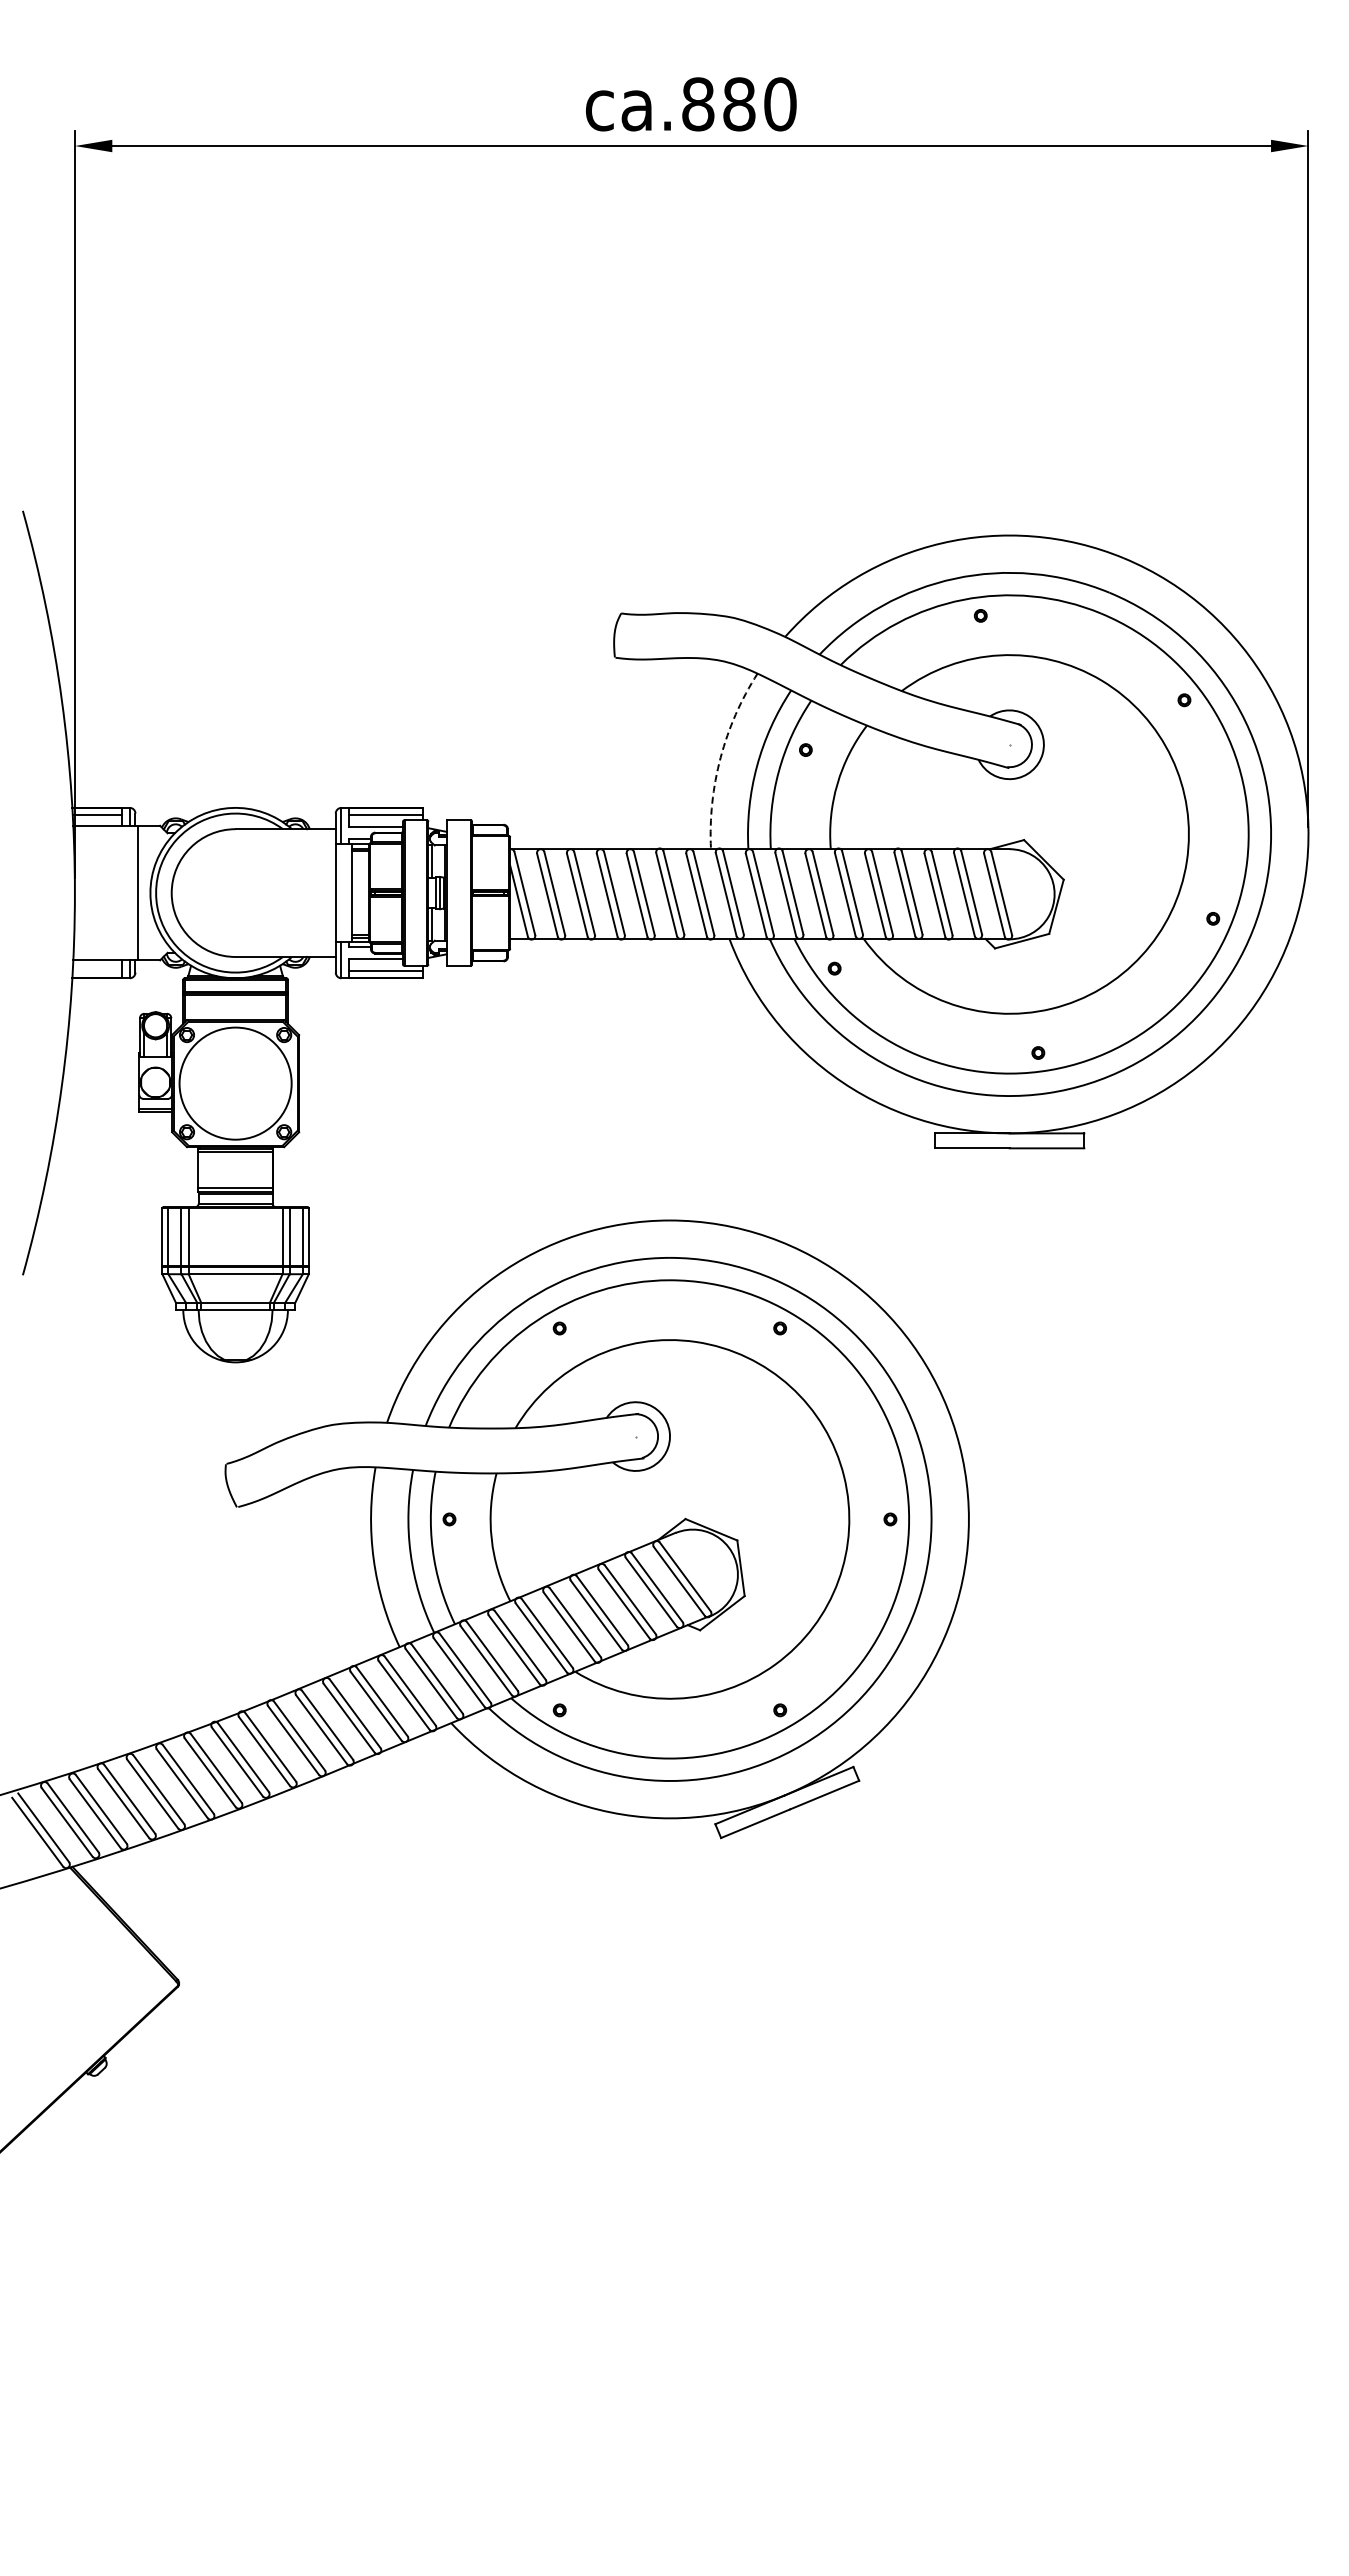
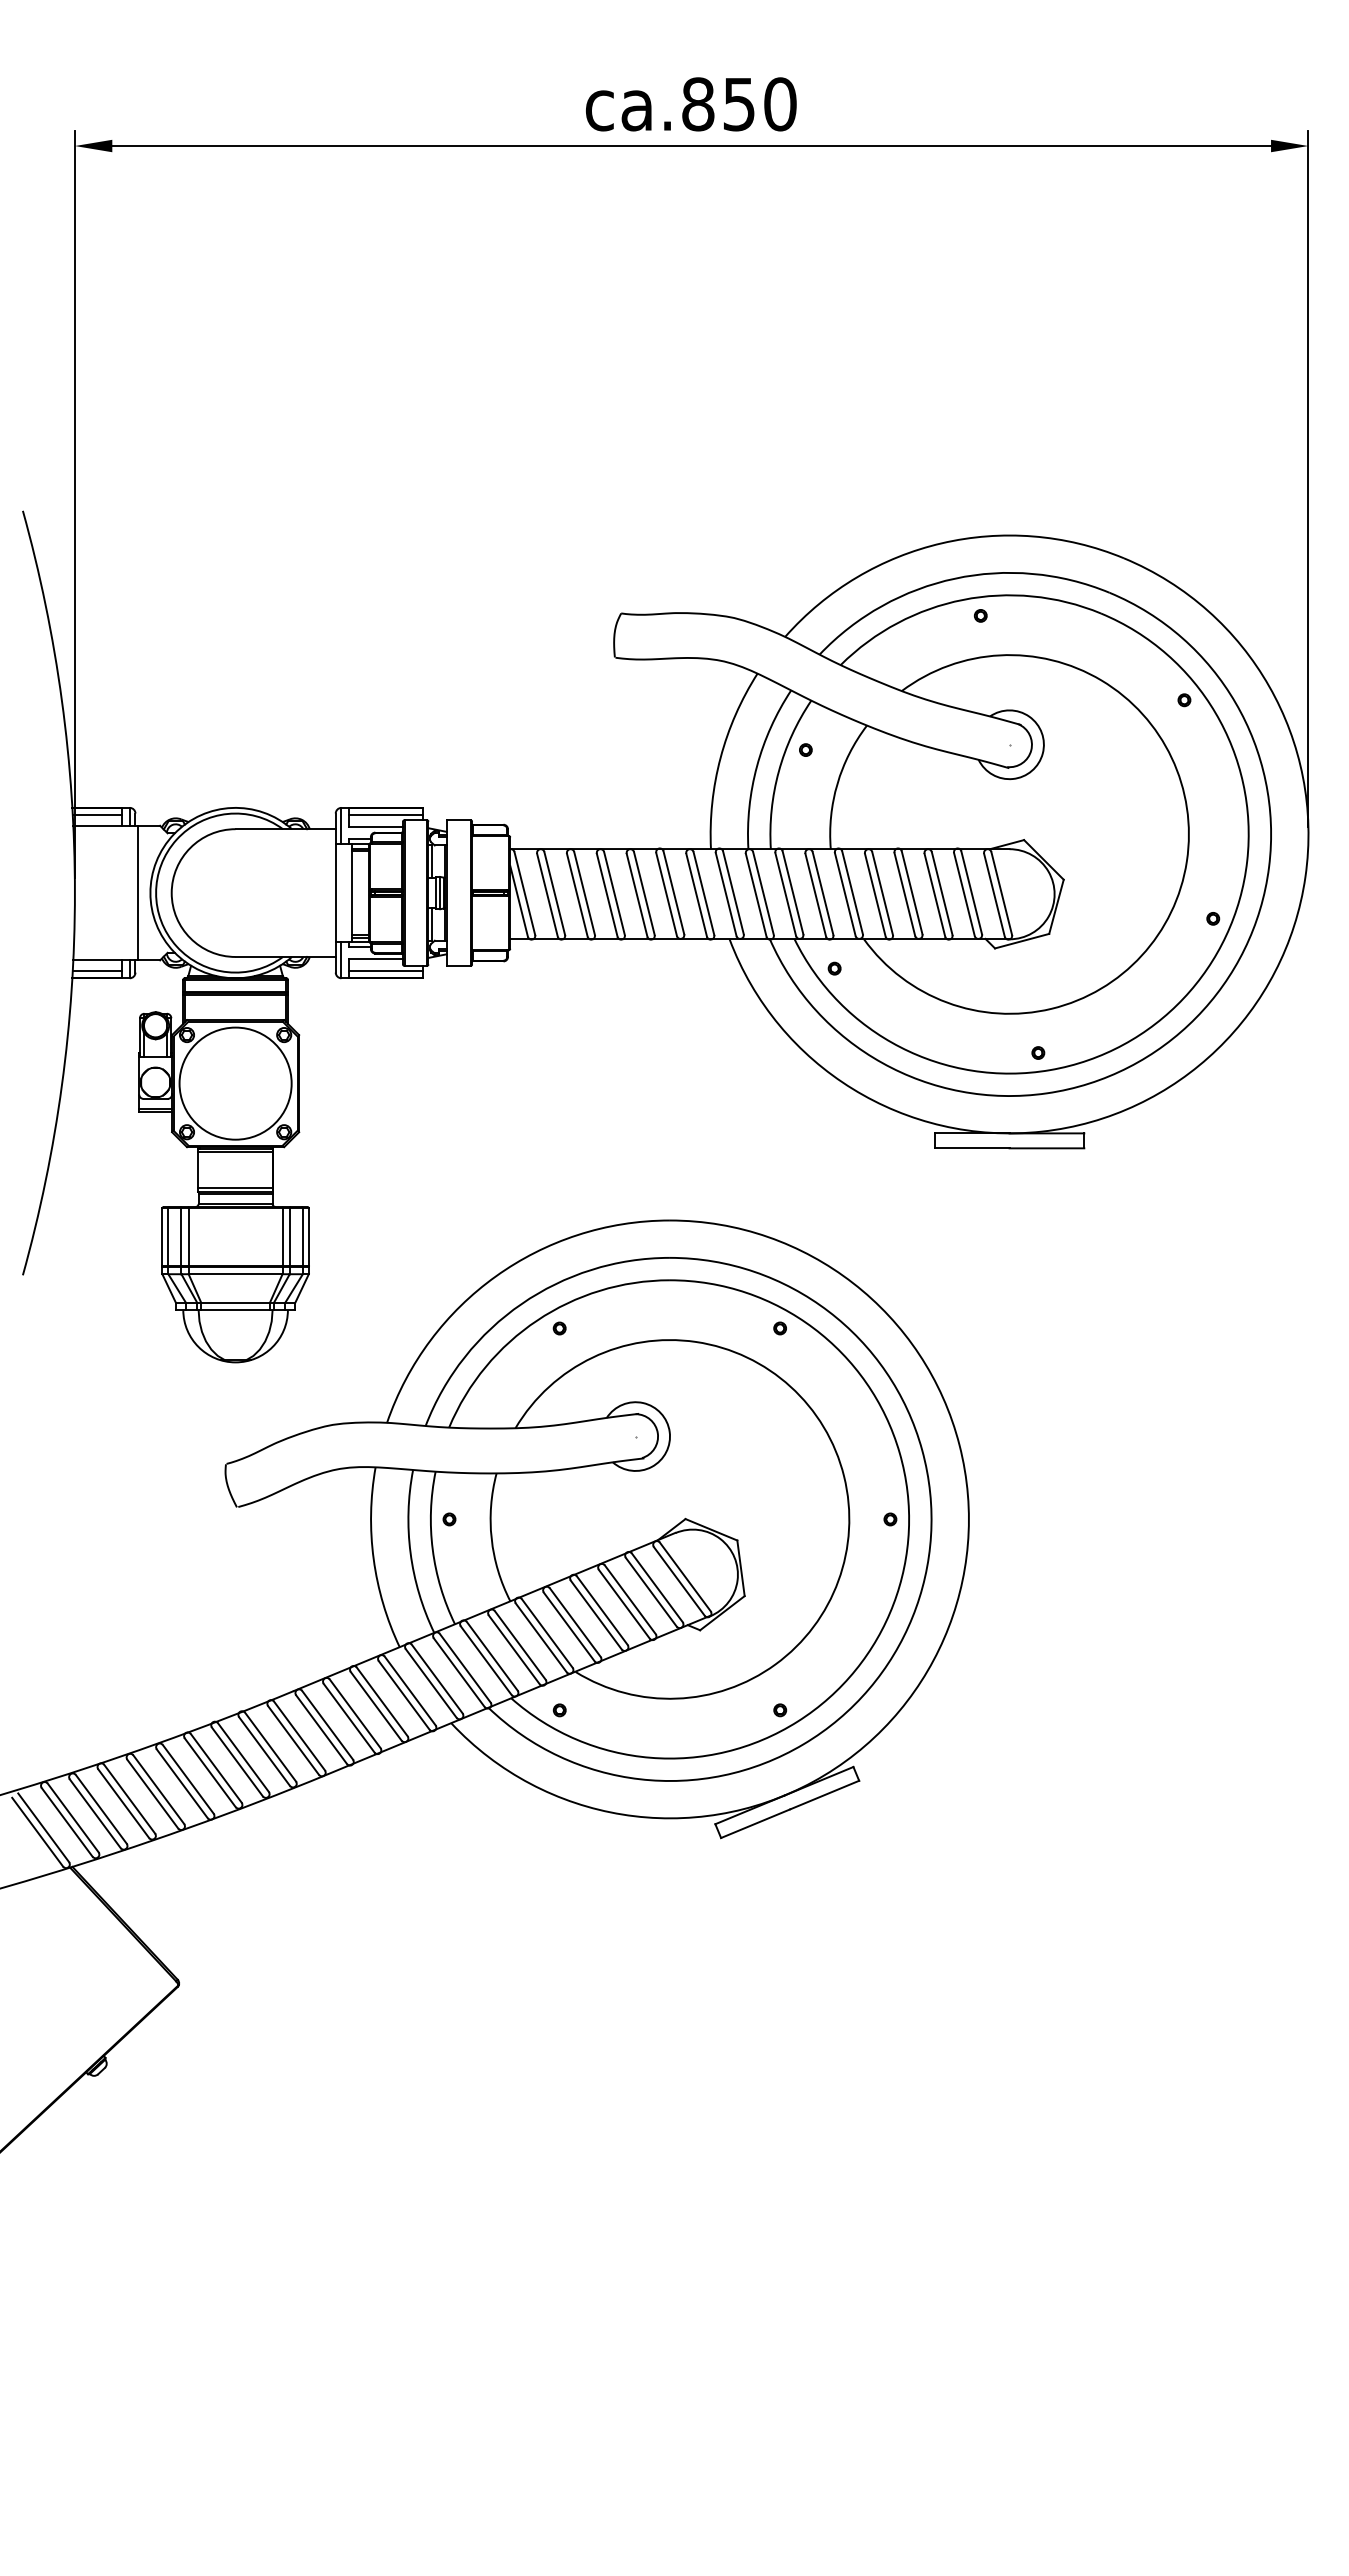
text at (739, 104): ca.880 -> ca.850
arc at (720, 757): dashed -> solid
line at (97, 971): none -> present
